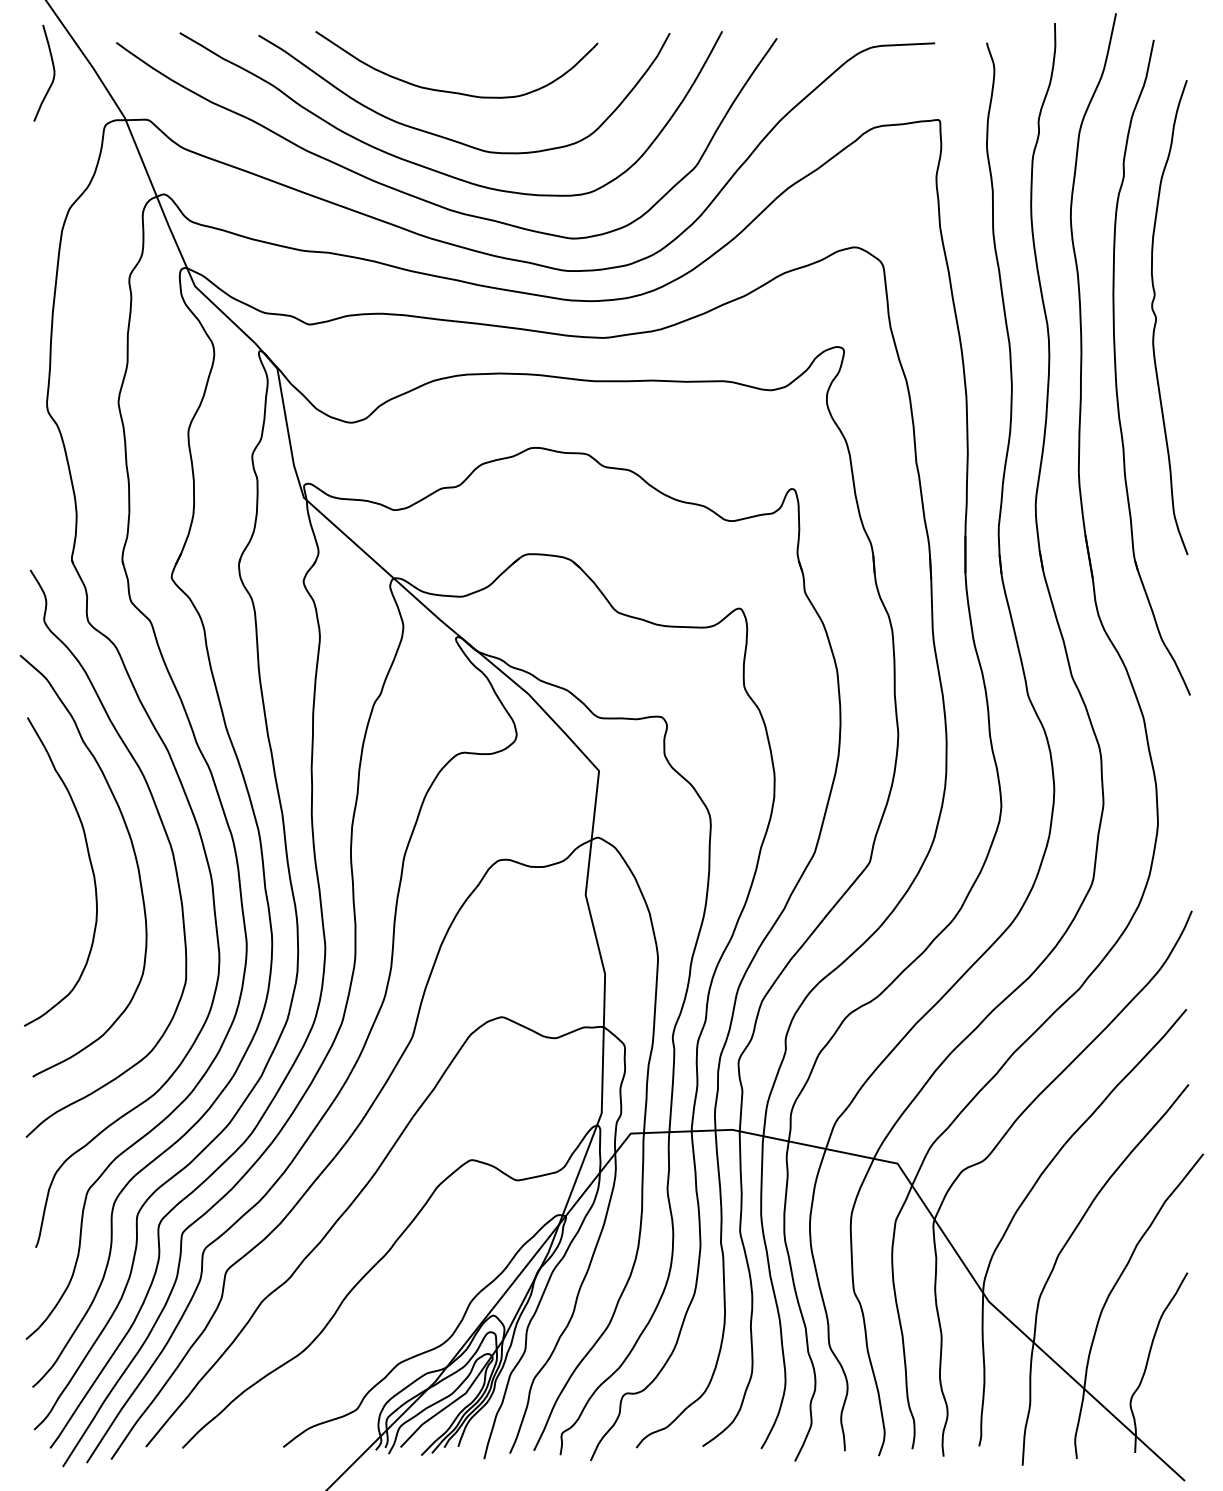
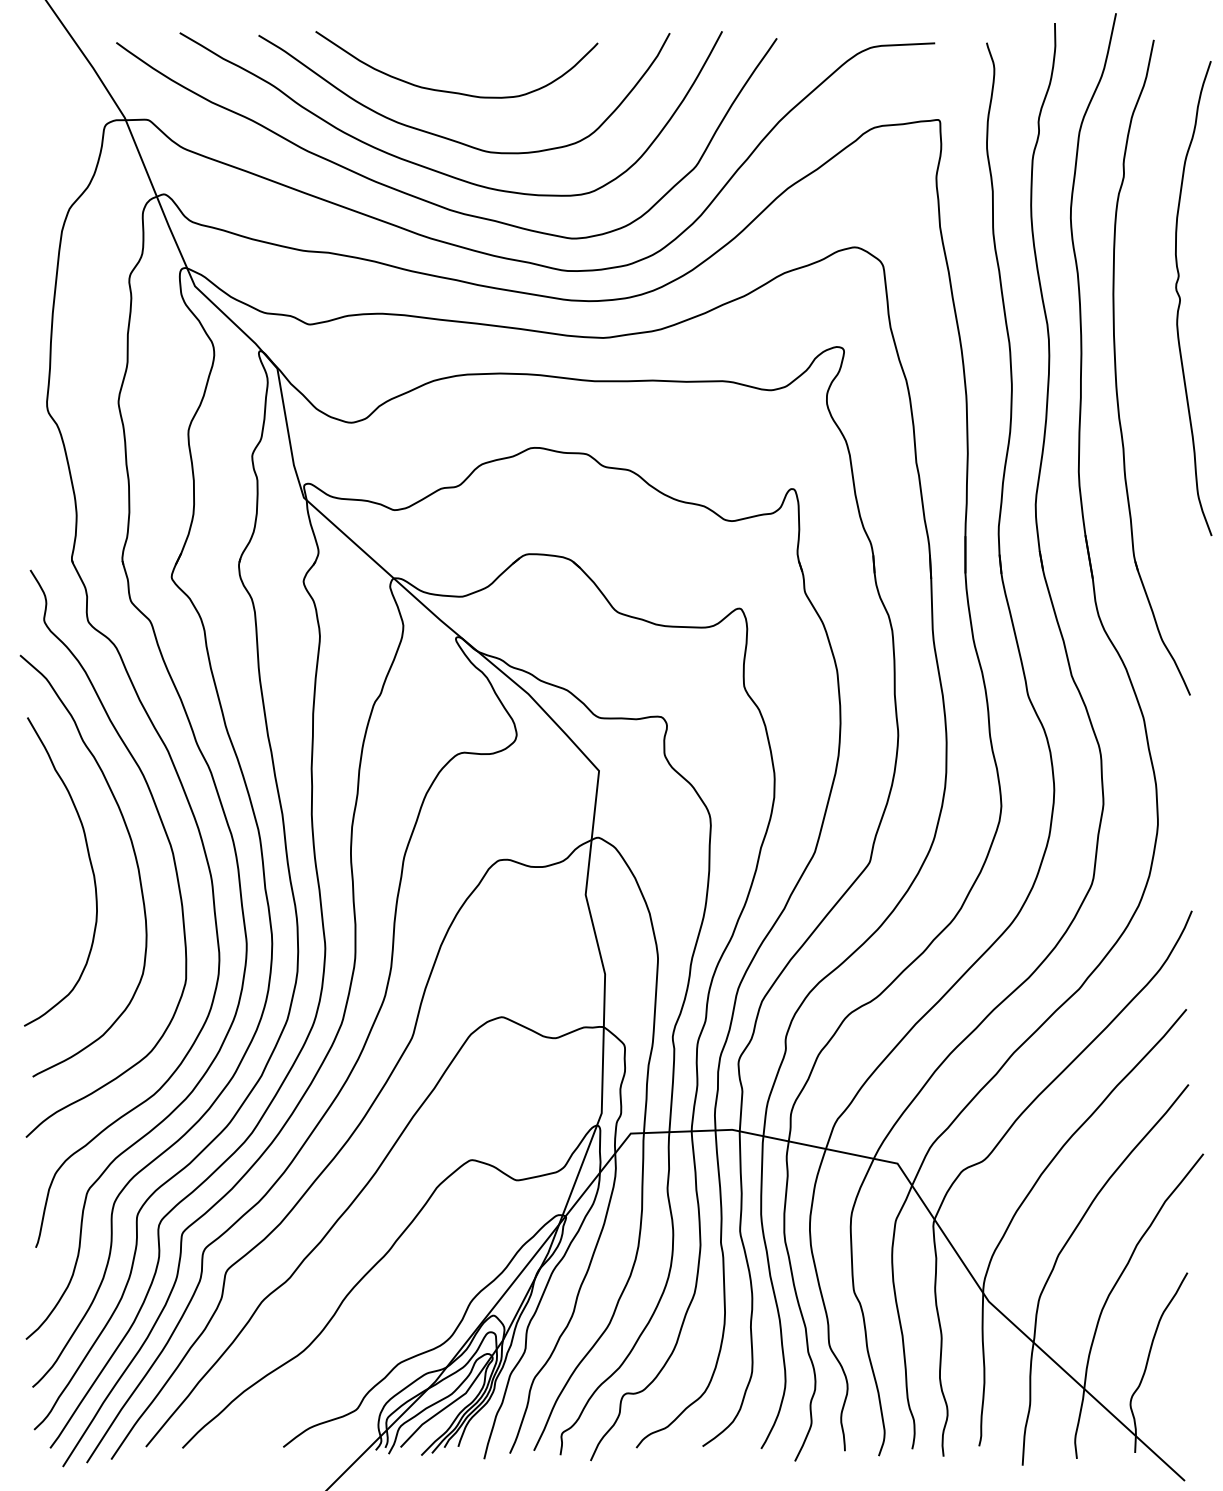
curve at (53, 72): present -> none
curve at (1156, 317) position: (1156, 317) -> (1180, 298)
